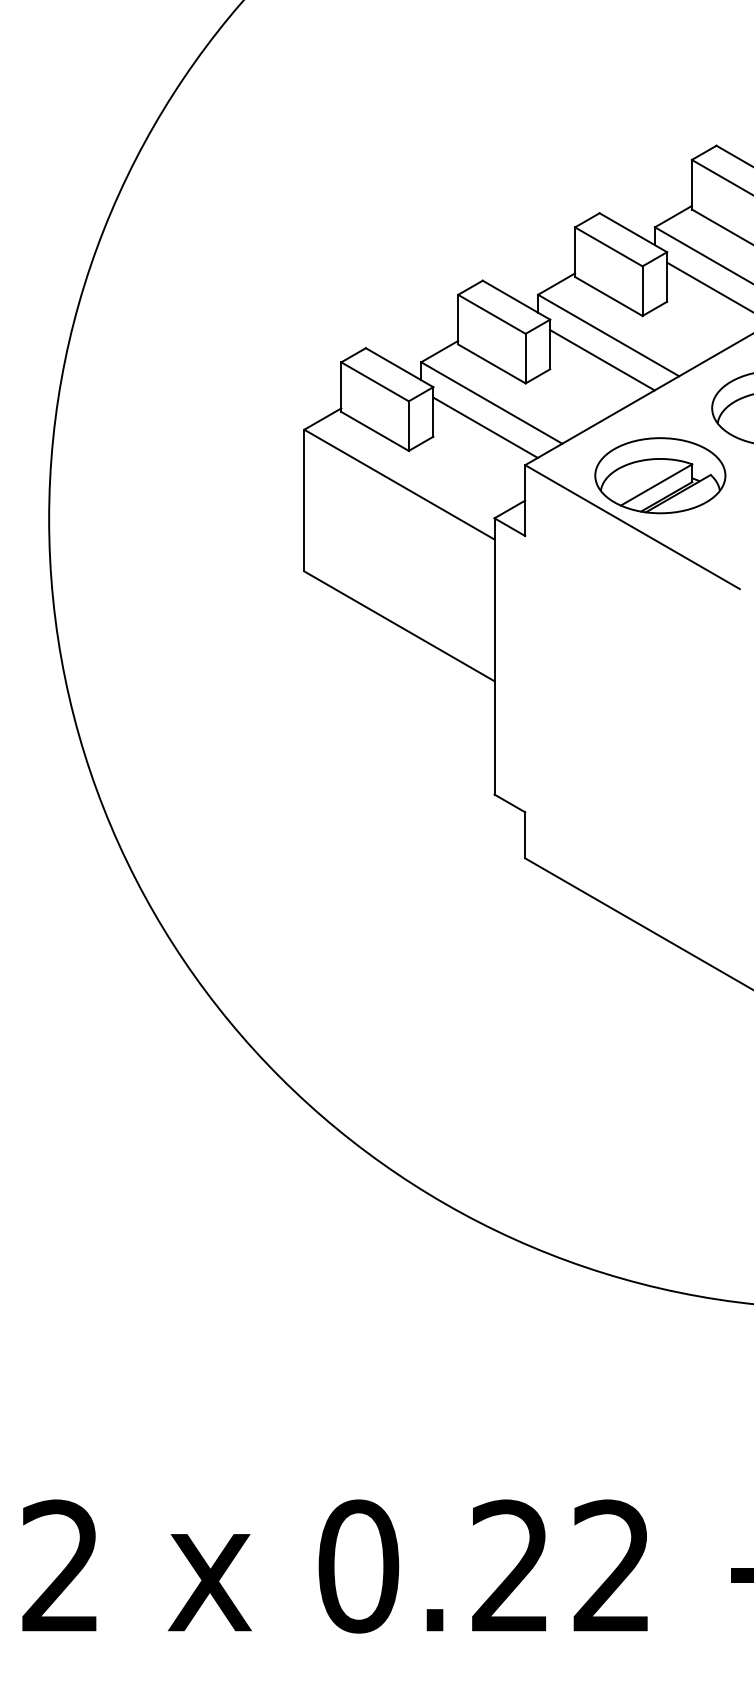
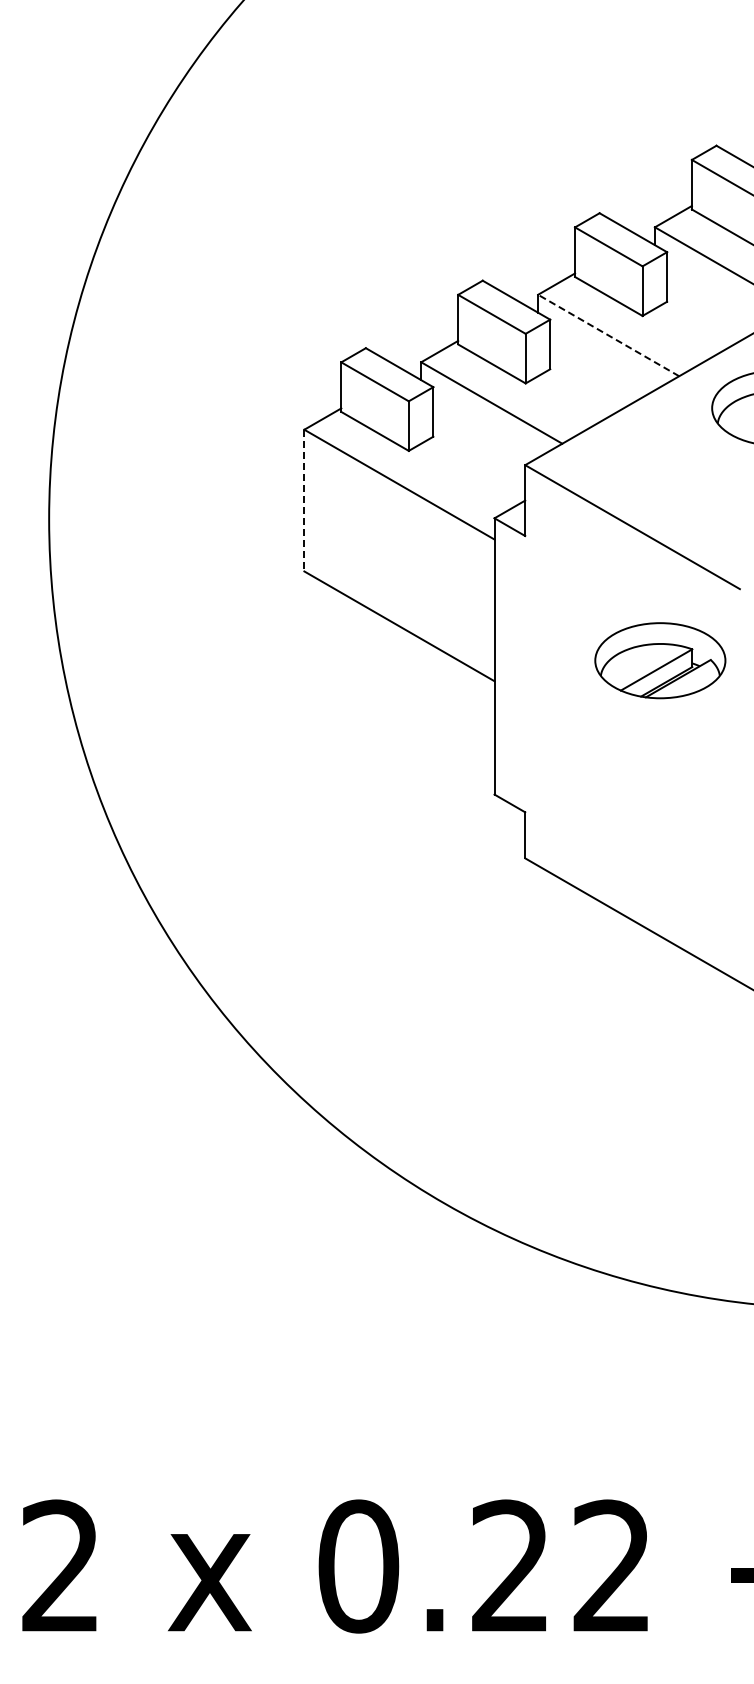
line at (708, 286): present -> none
line at (608, 335): solid -> dashed
line at (602, 360): present -> none
line at (485, 427): present -> none
part at (660, 475) position: (660, 475) -> (660, 660)
line at (304, 500): solid -> dashed
